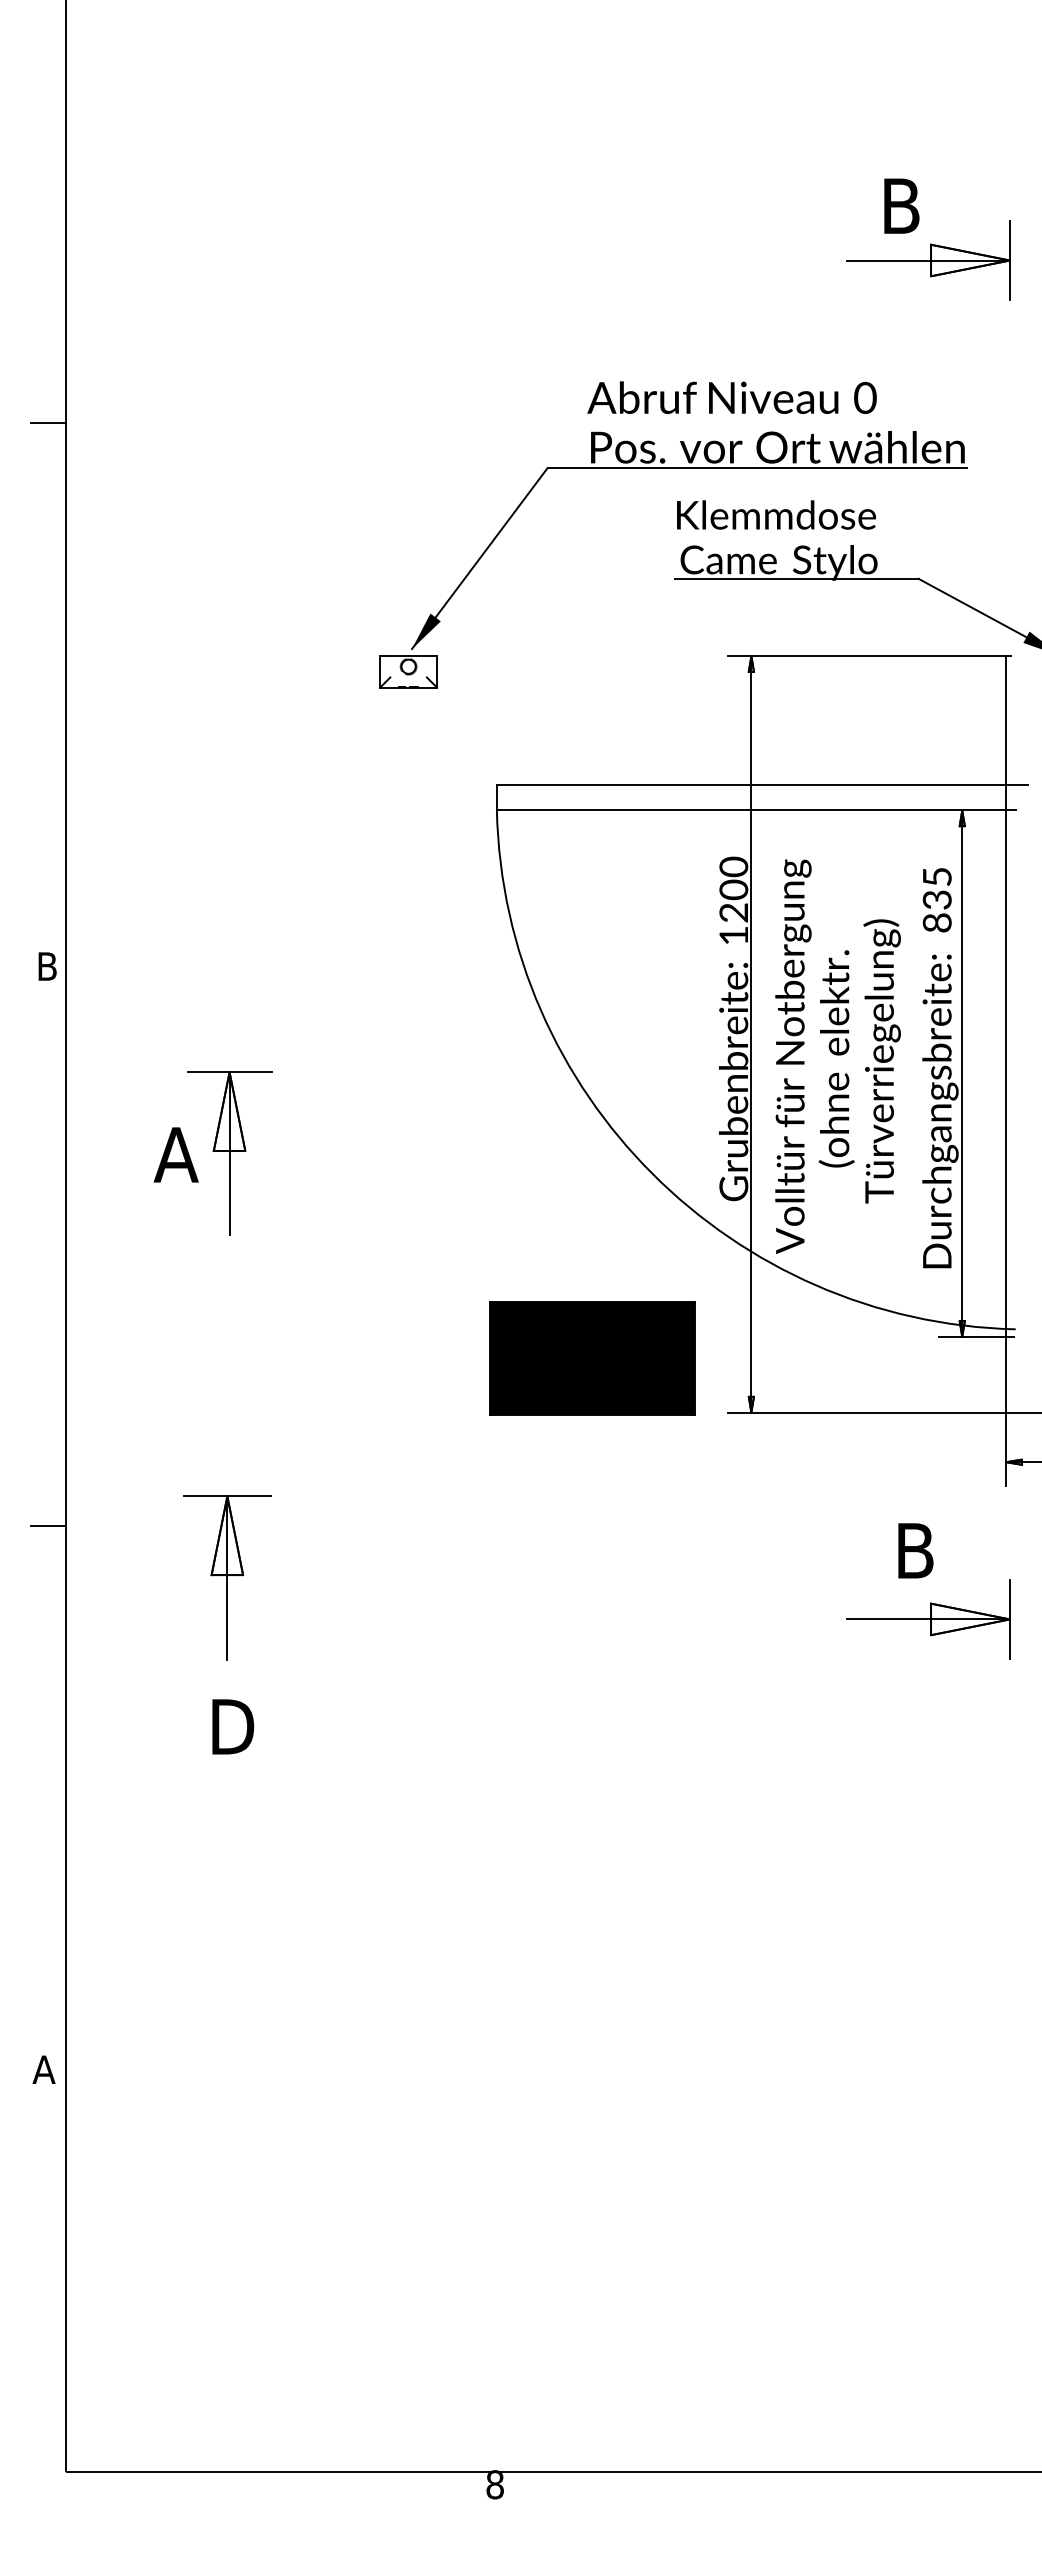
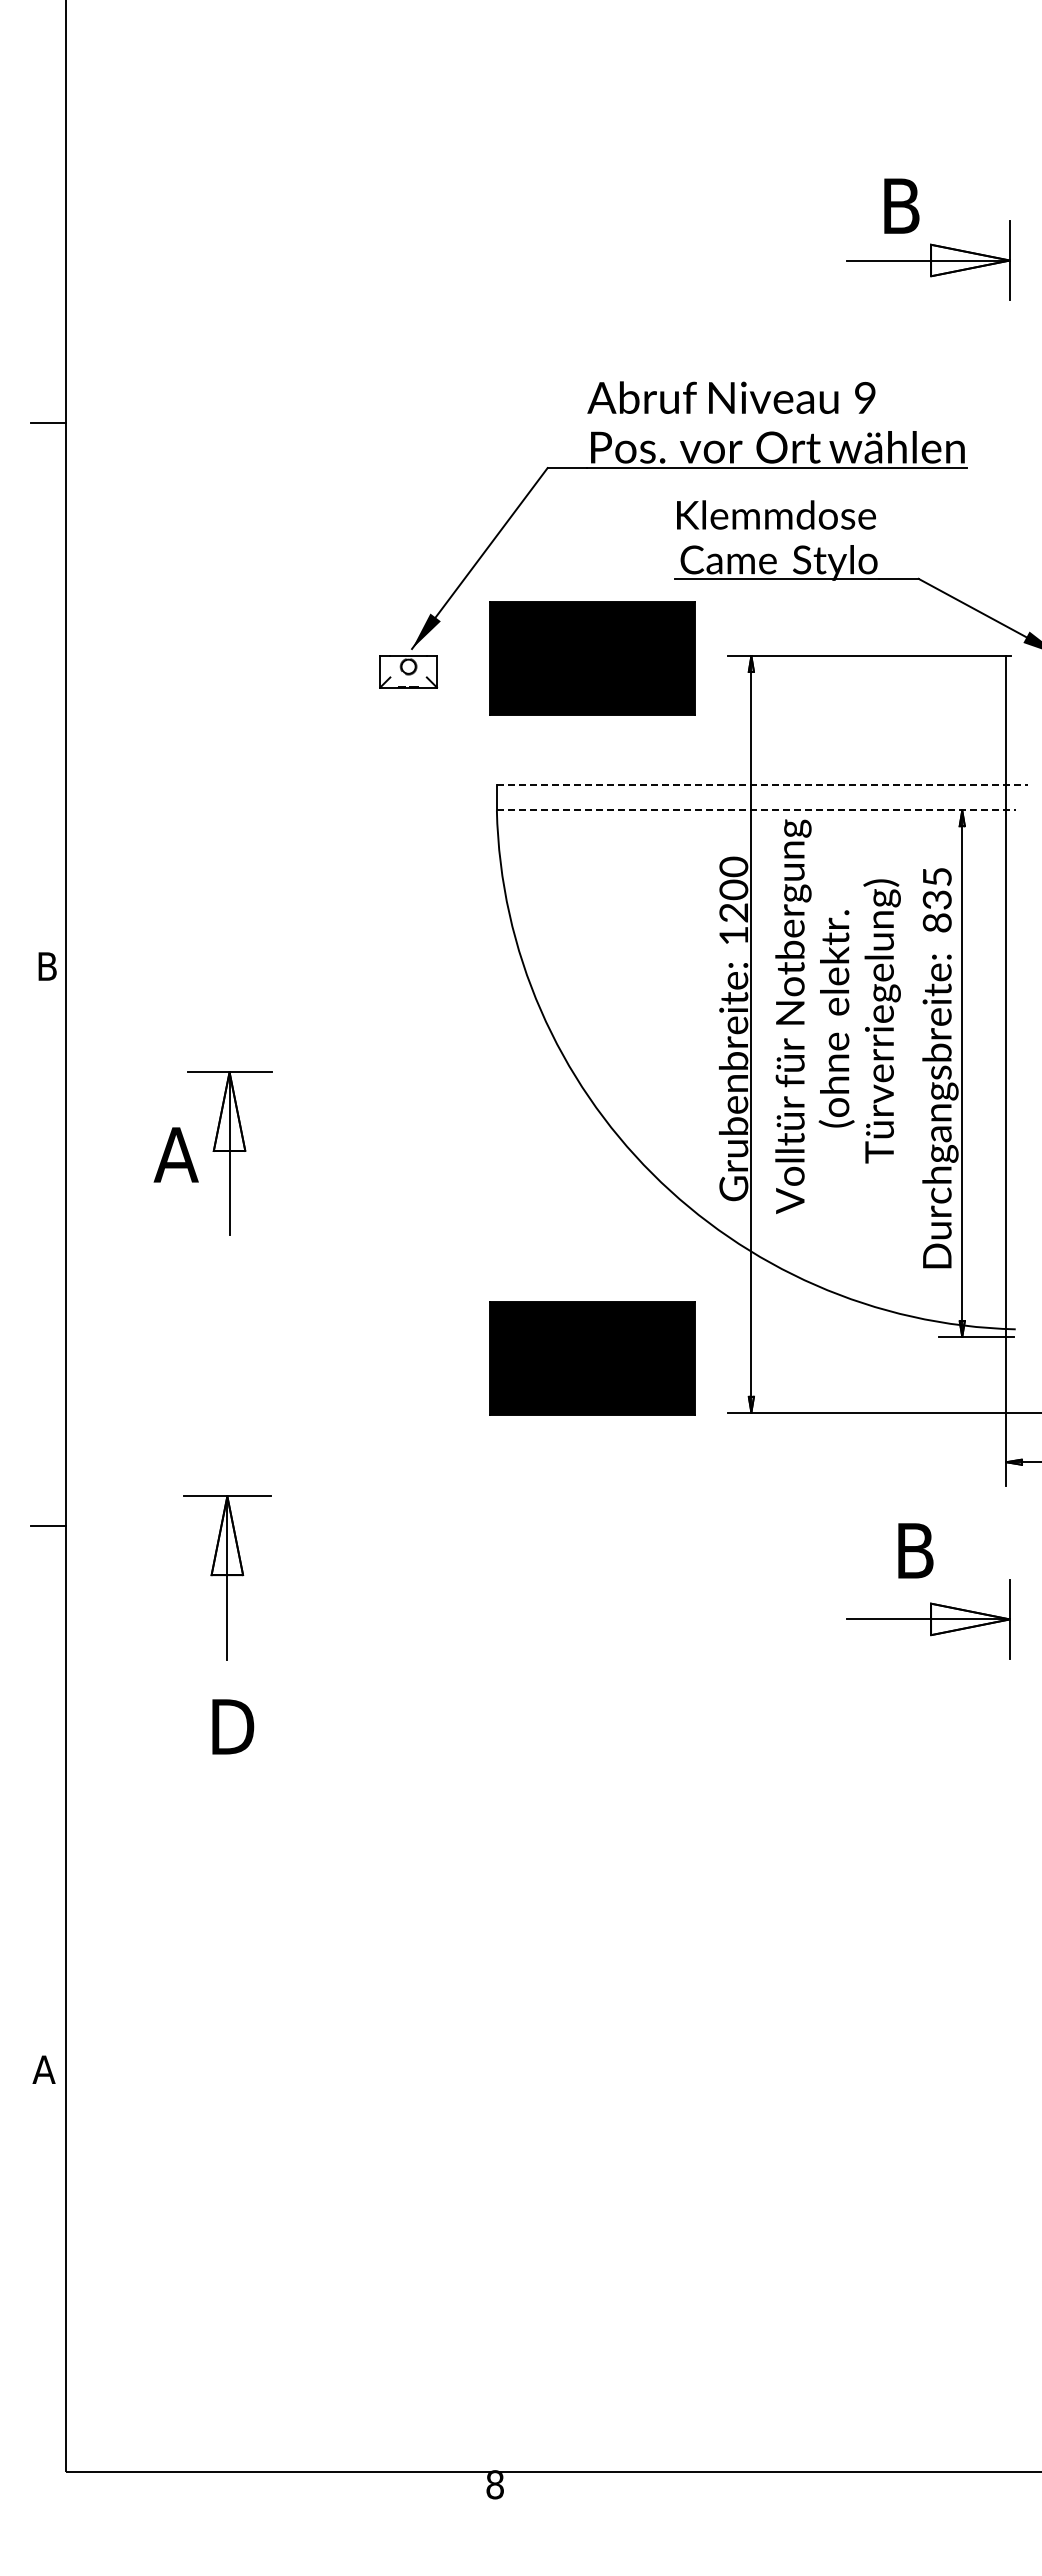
text at (865, 398): 0 -> 9
part at (592, 658): none -> present
line at (762, 785): solid -> dashed
line at (756, 810): solid -> dashed
text at (837, 1056) position: (837, 1056) -> (837, 1016)
